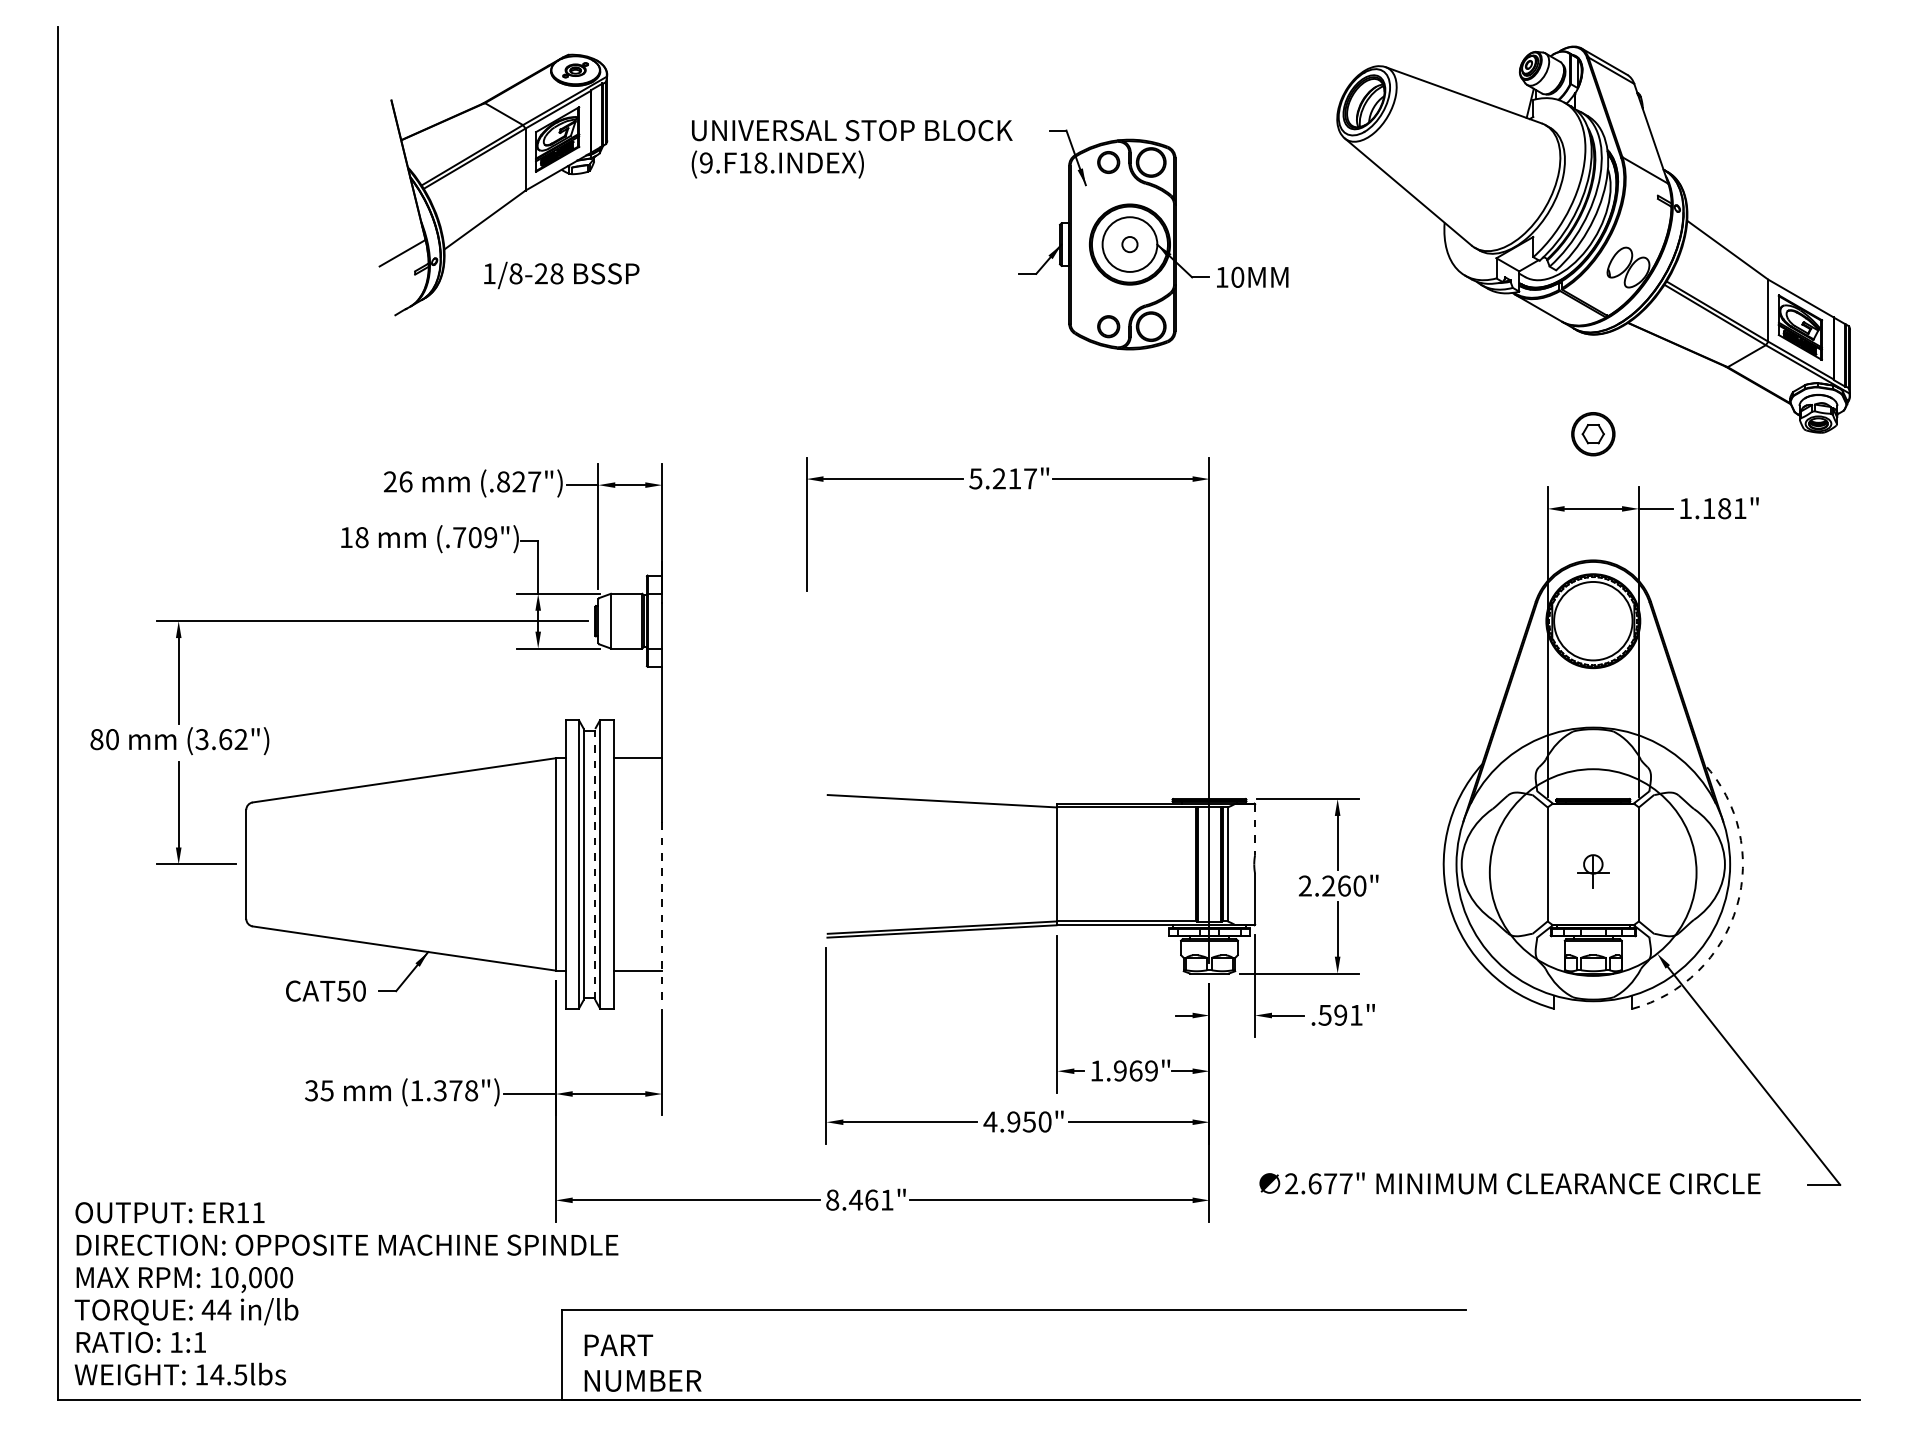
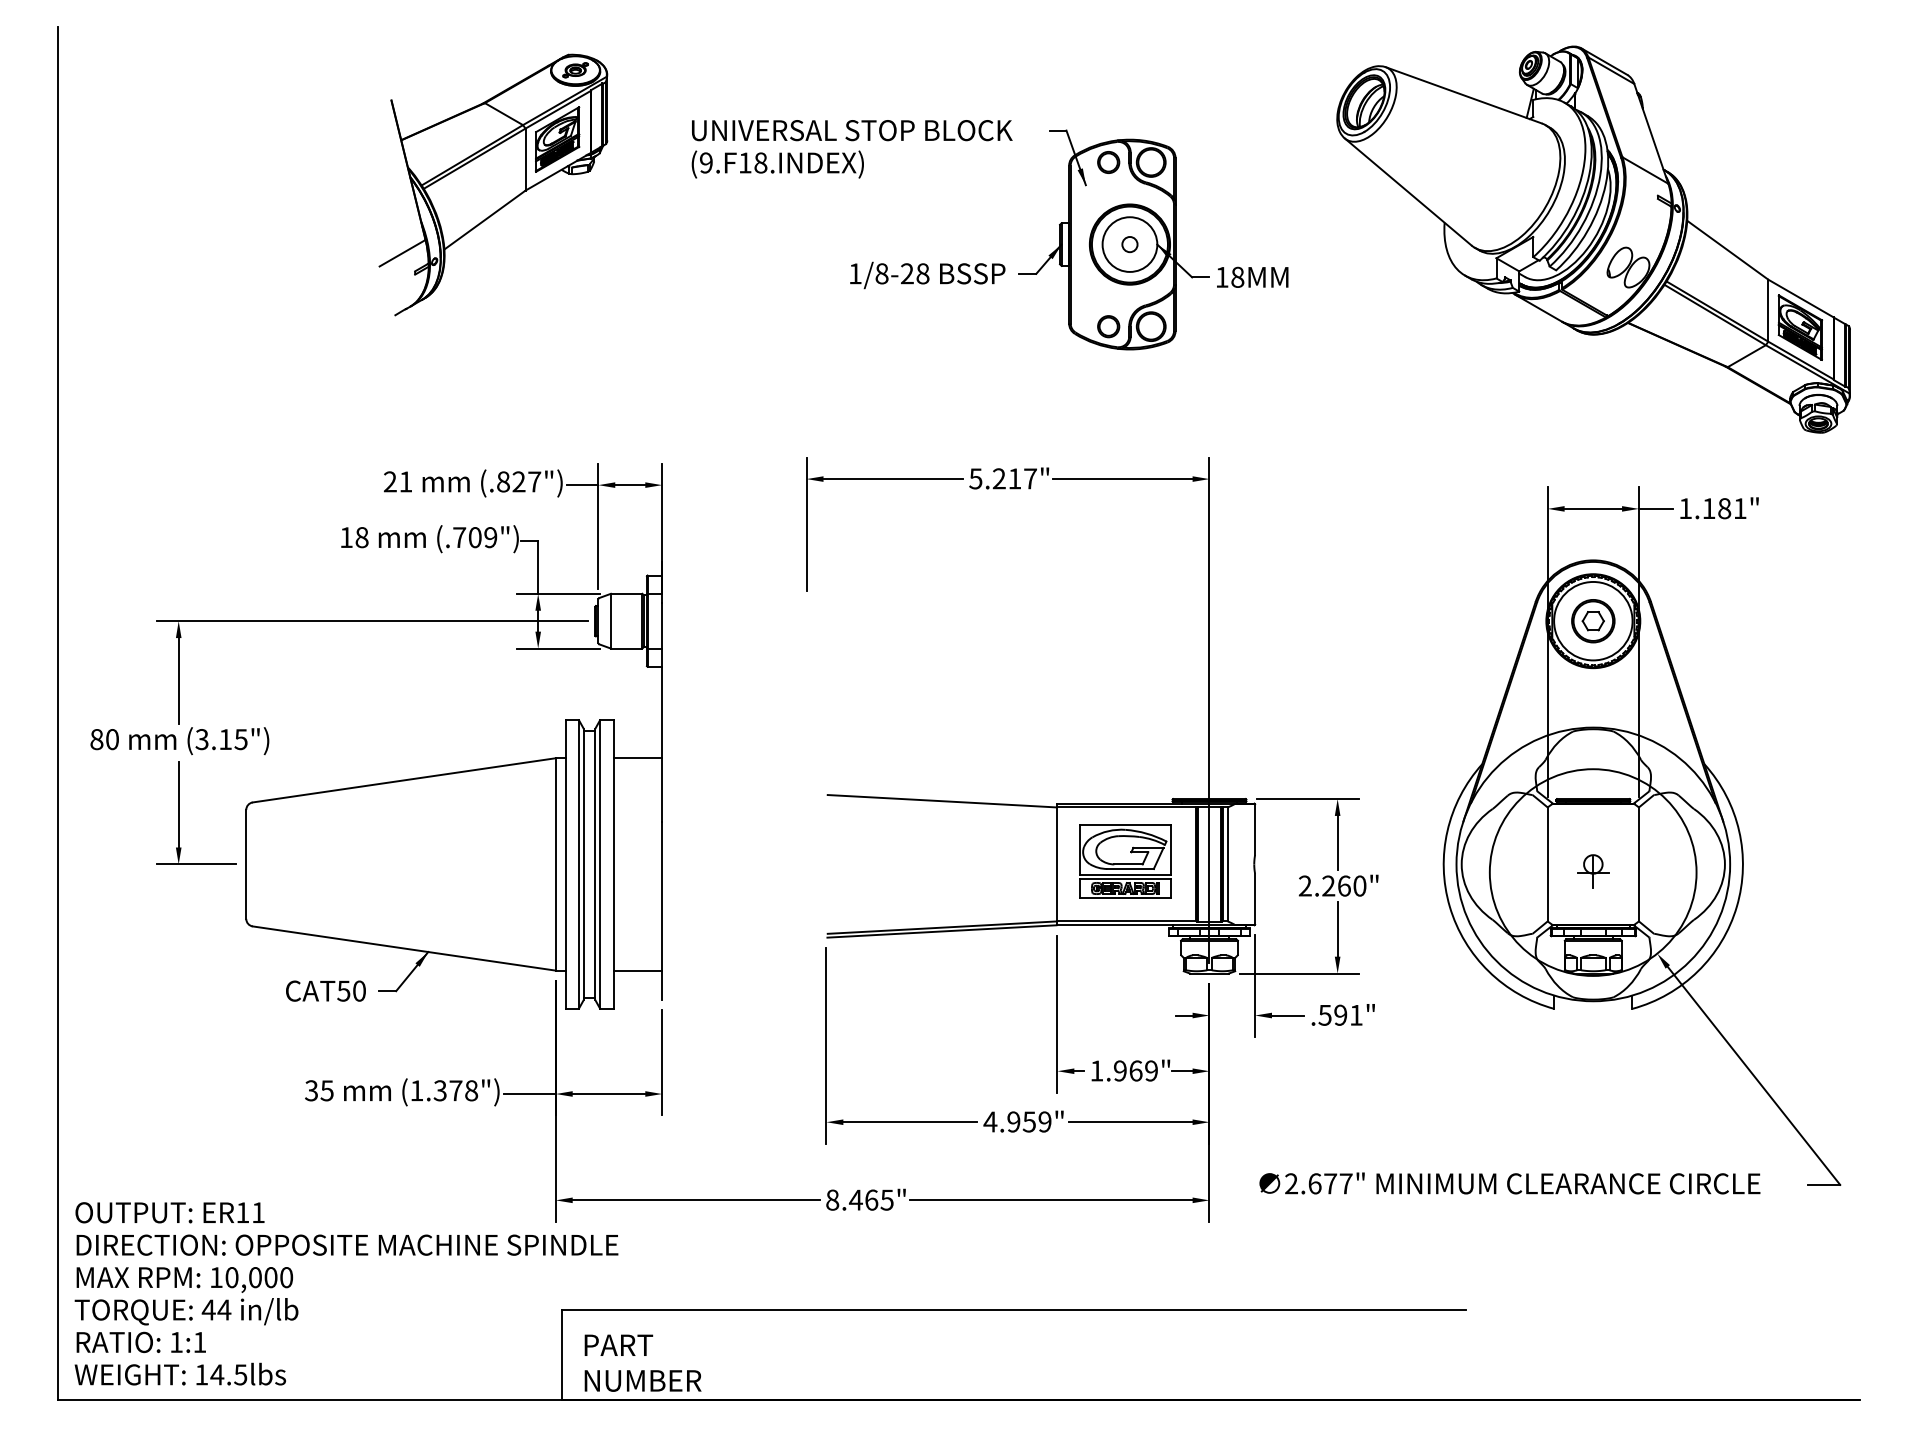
text at (561, 275) position: (561, 275) -> (927, 275)
text at (1237, 277): 10MM -> 18MM
part at (1593, 434) position: (1593, 434) -> (1593, 621)
text at (405, 481): 26 -> 21
text at (233, 739): (3.62") -> (3.15")
line at (1255, 830): dashed -> solid
part at (1125, 861): none -> present
line at (595, 863): dashed -> solid
arc at (1736, 906): dashed -> solid
line at (662, 910): dashed -> solid
text at (1044, 1121): 4.950" -> 4.959"
text at (886, 1199): 8.461" -> 8.465"
